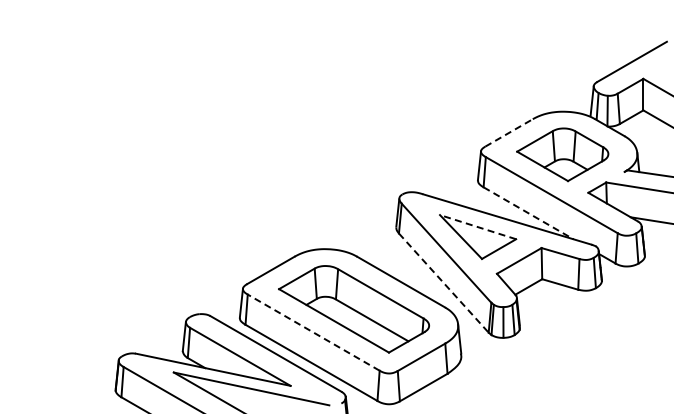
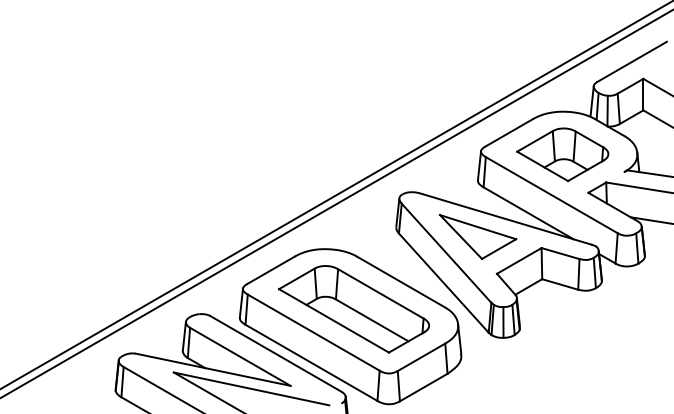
line at (509, 132): dashed -> solid
line at (336, 194): none -> present
line at (336, 204): none -> present
line at (528, 213): dashed -> solid
line at (478, 227): dashed -> solid
line at (443, 283): dashed -> solid
line at (313, 332): dashed -> solid
